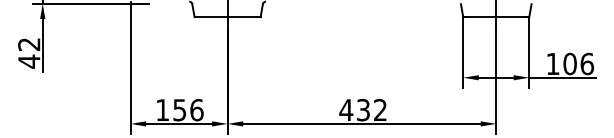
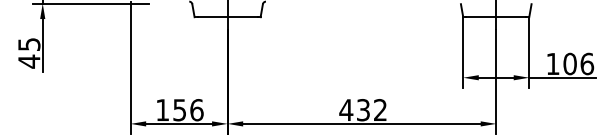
text at (29, 44): 42 -> 45
